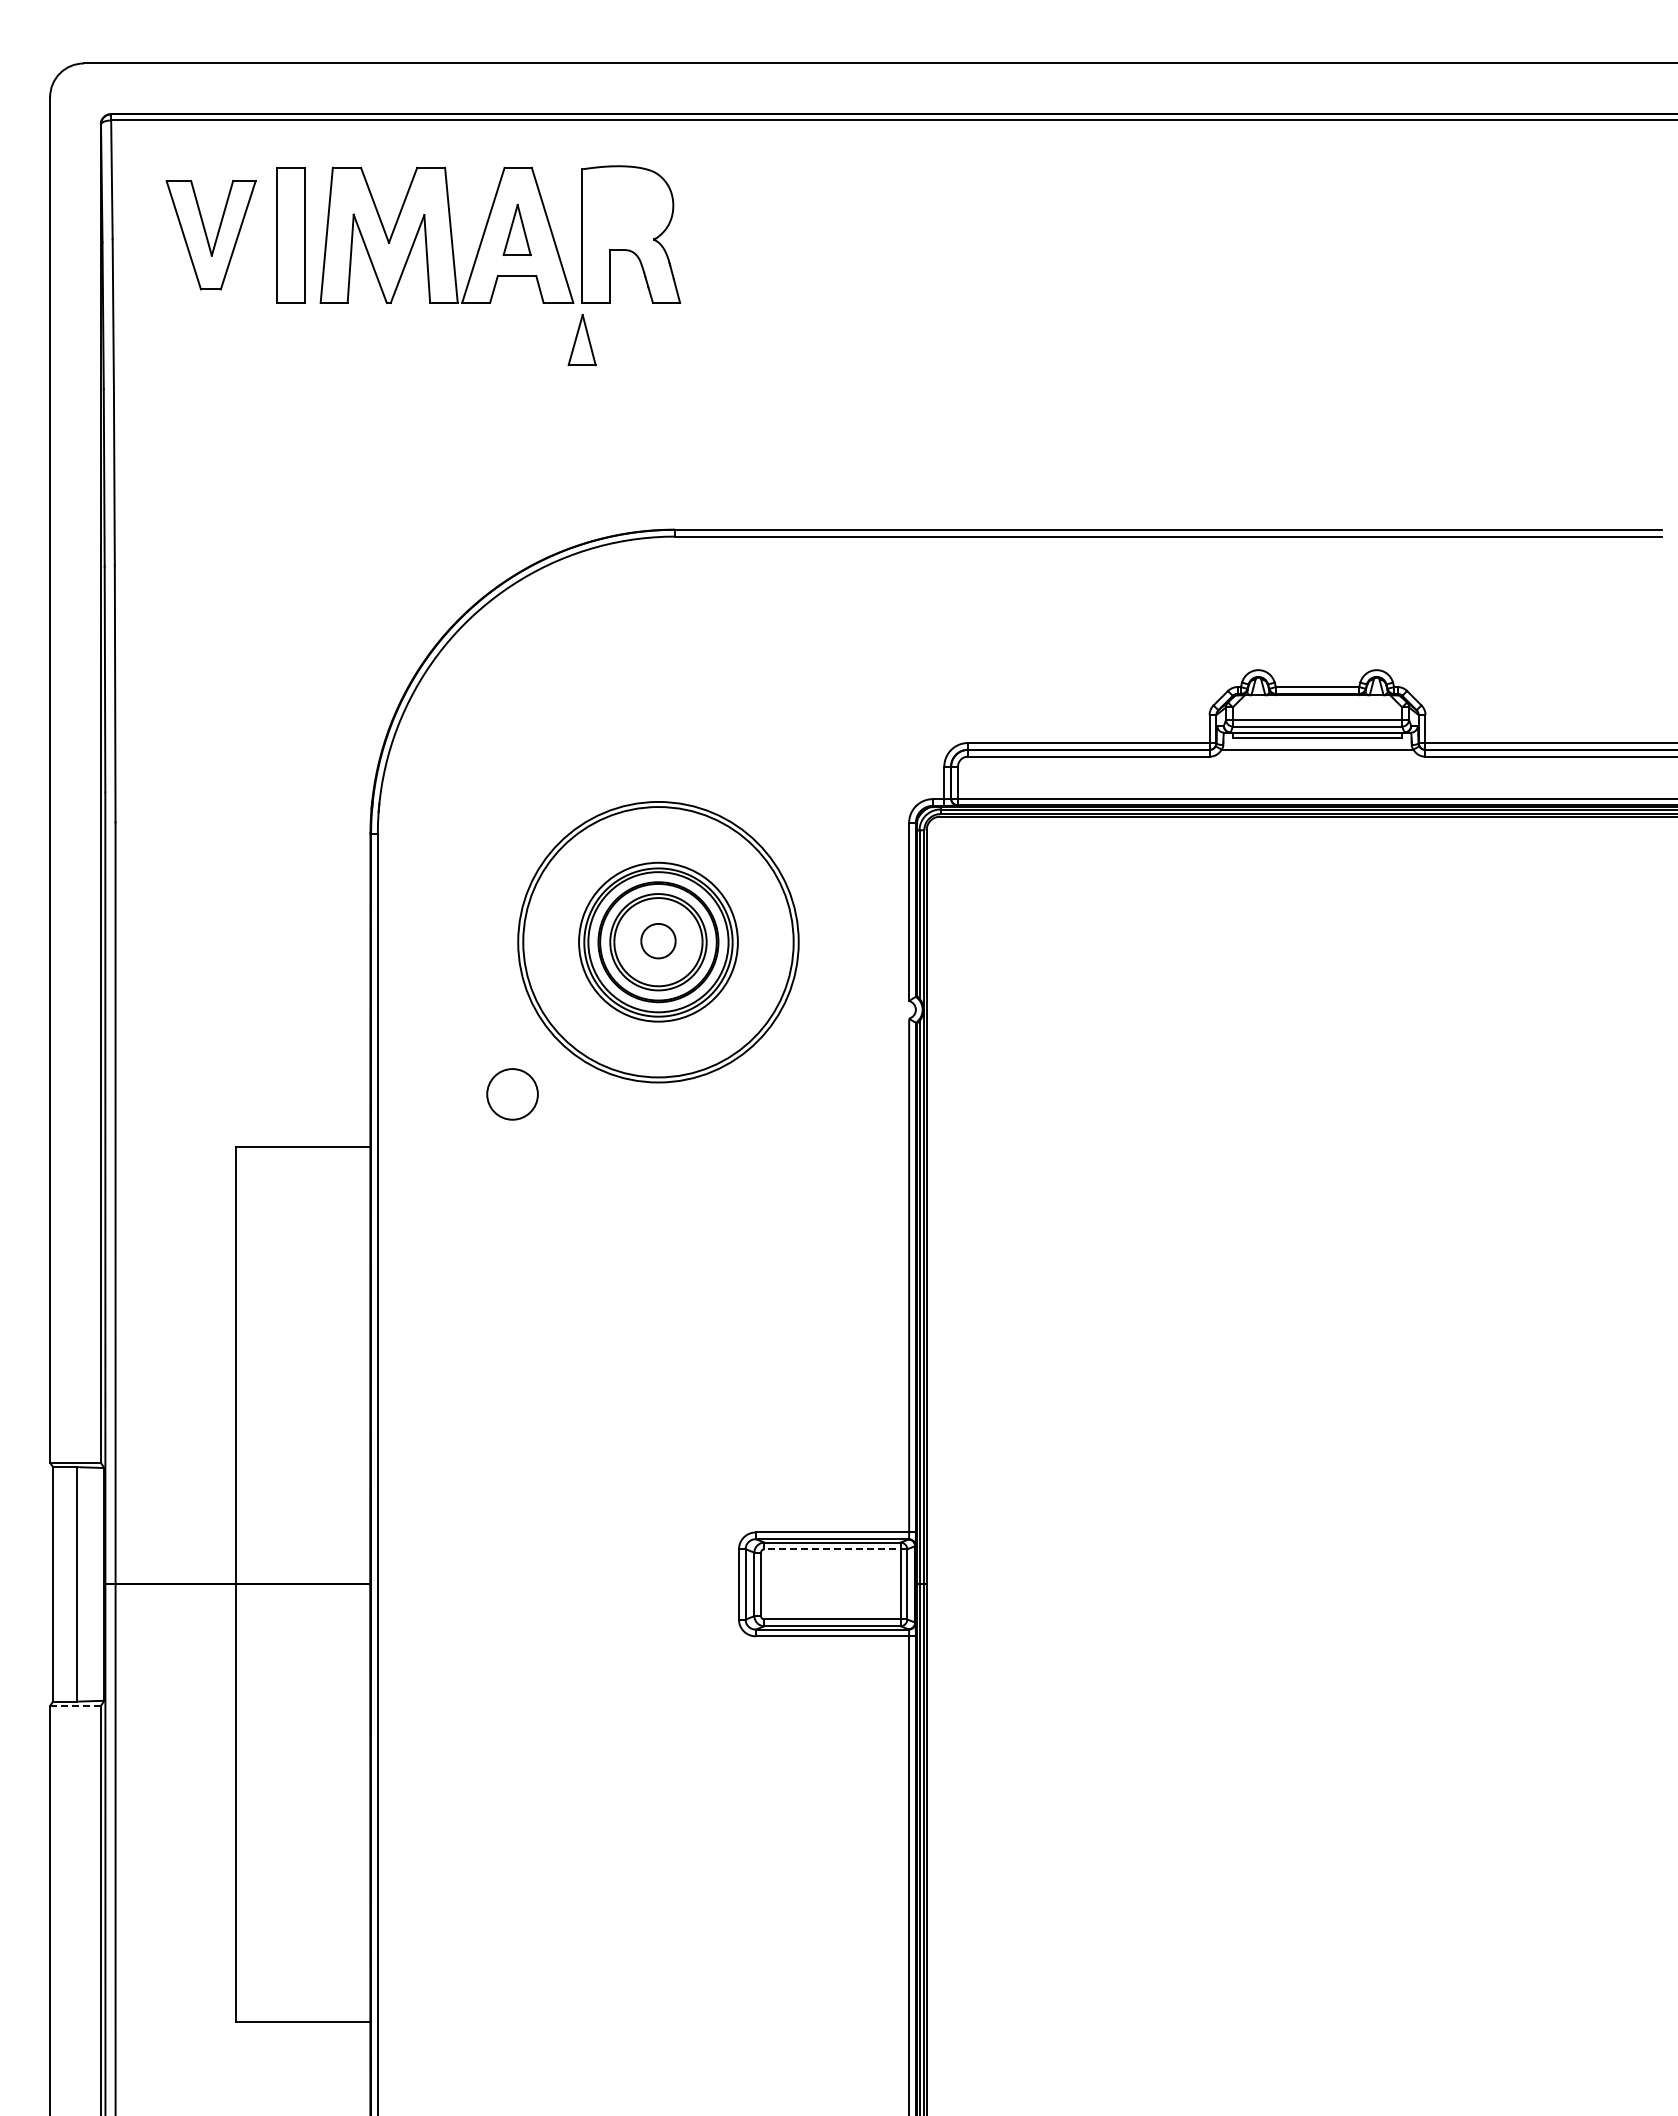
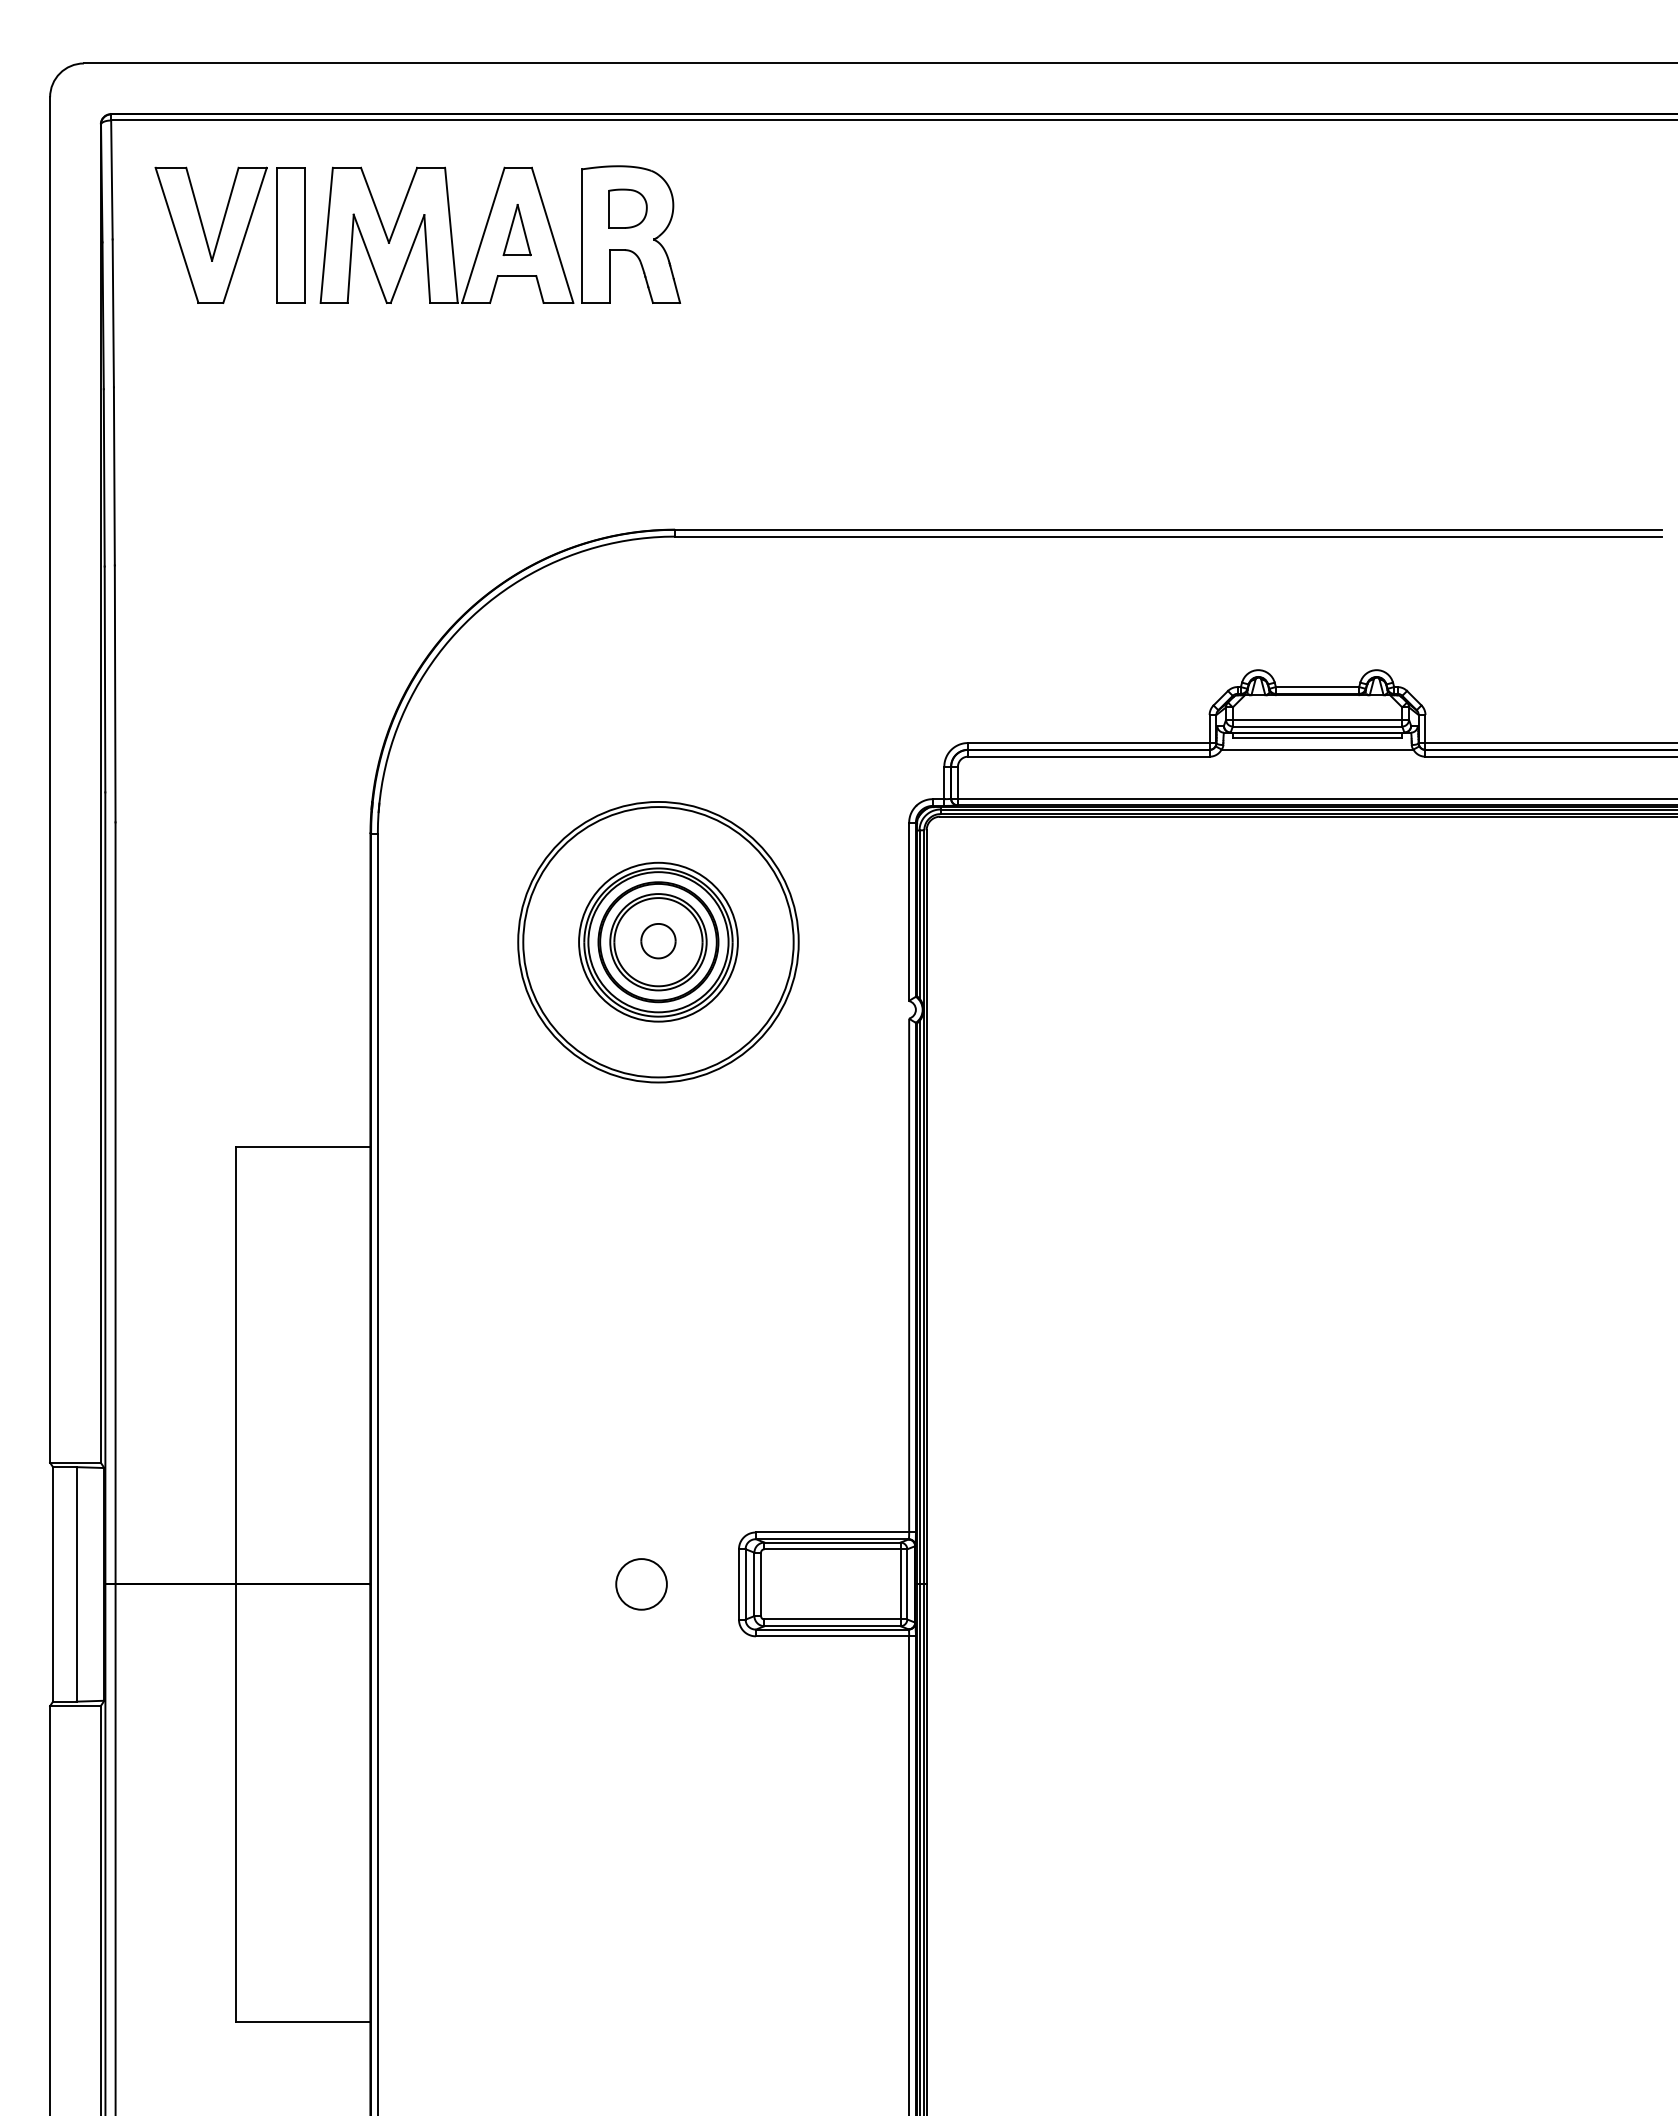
part at (627, 208): none -> present
part at (210, 235) size: 92x111 px -> 114x138 px
part at (581, 340): present -> none
circle at (512, 1094) position: (512, 1094) -> (641, 1584)
line at (835, 1549): dashed -> solid
line at (75, 1706): dashed -> solid
